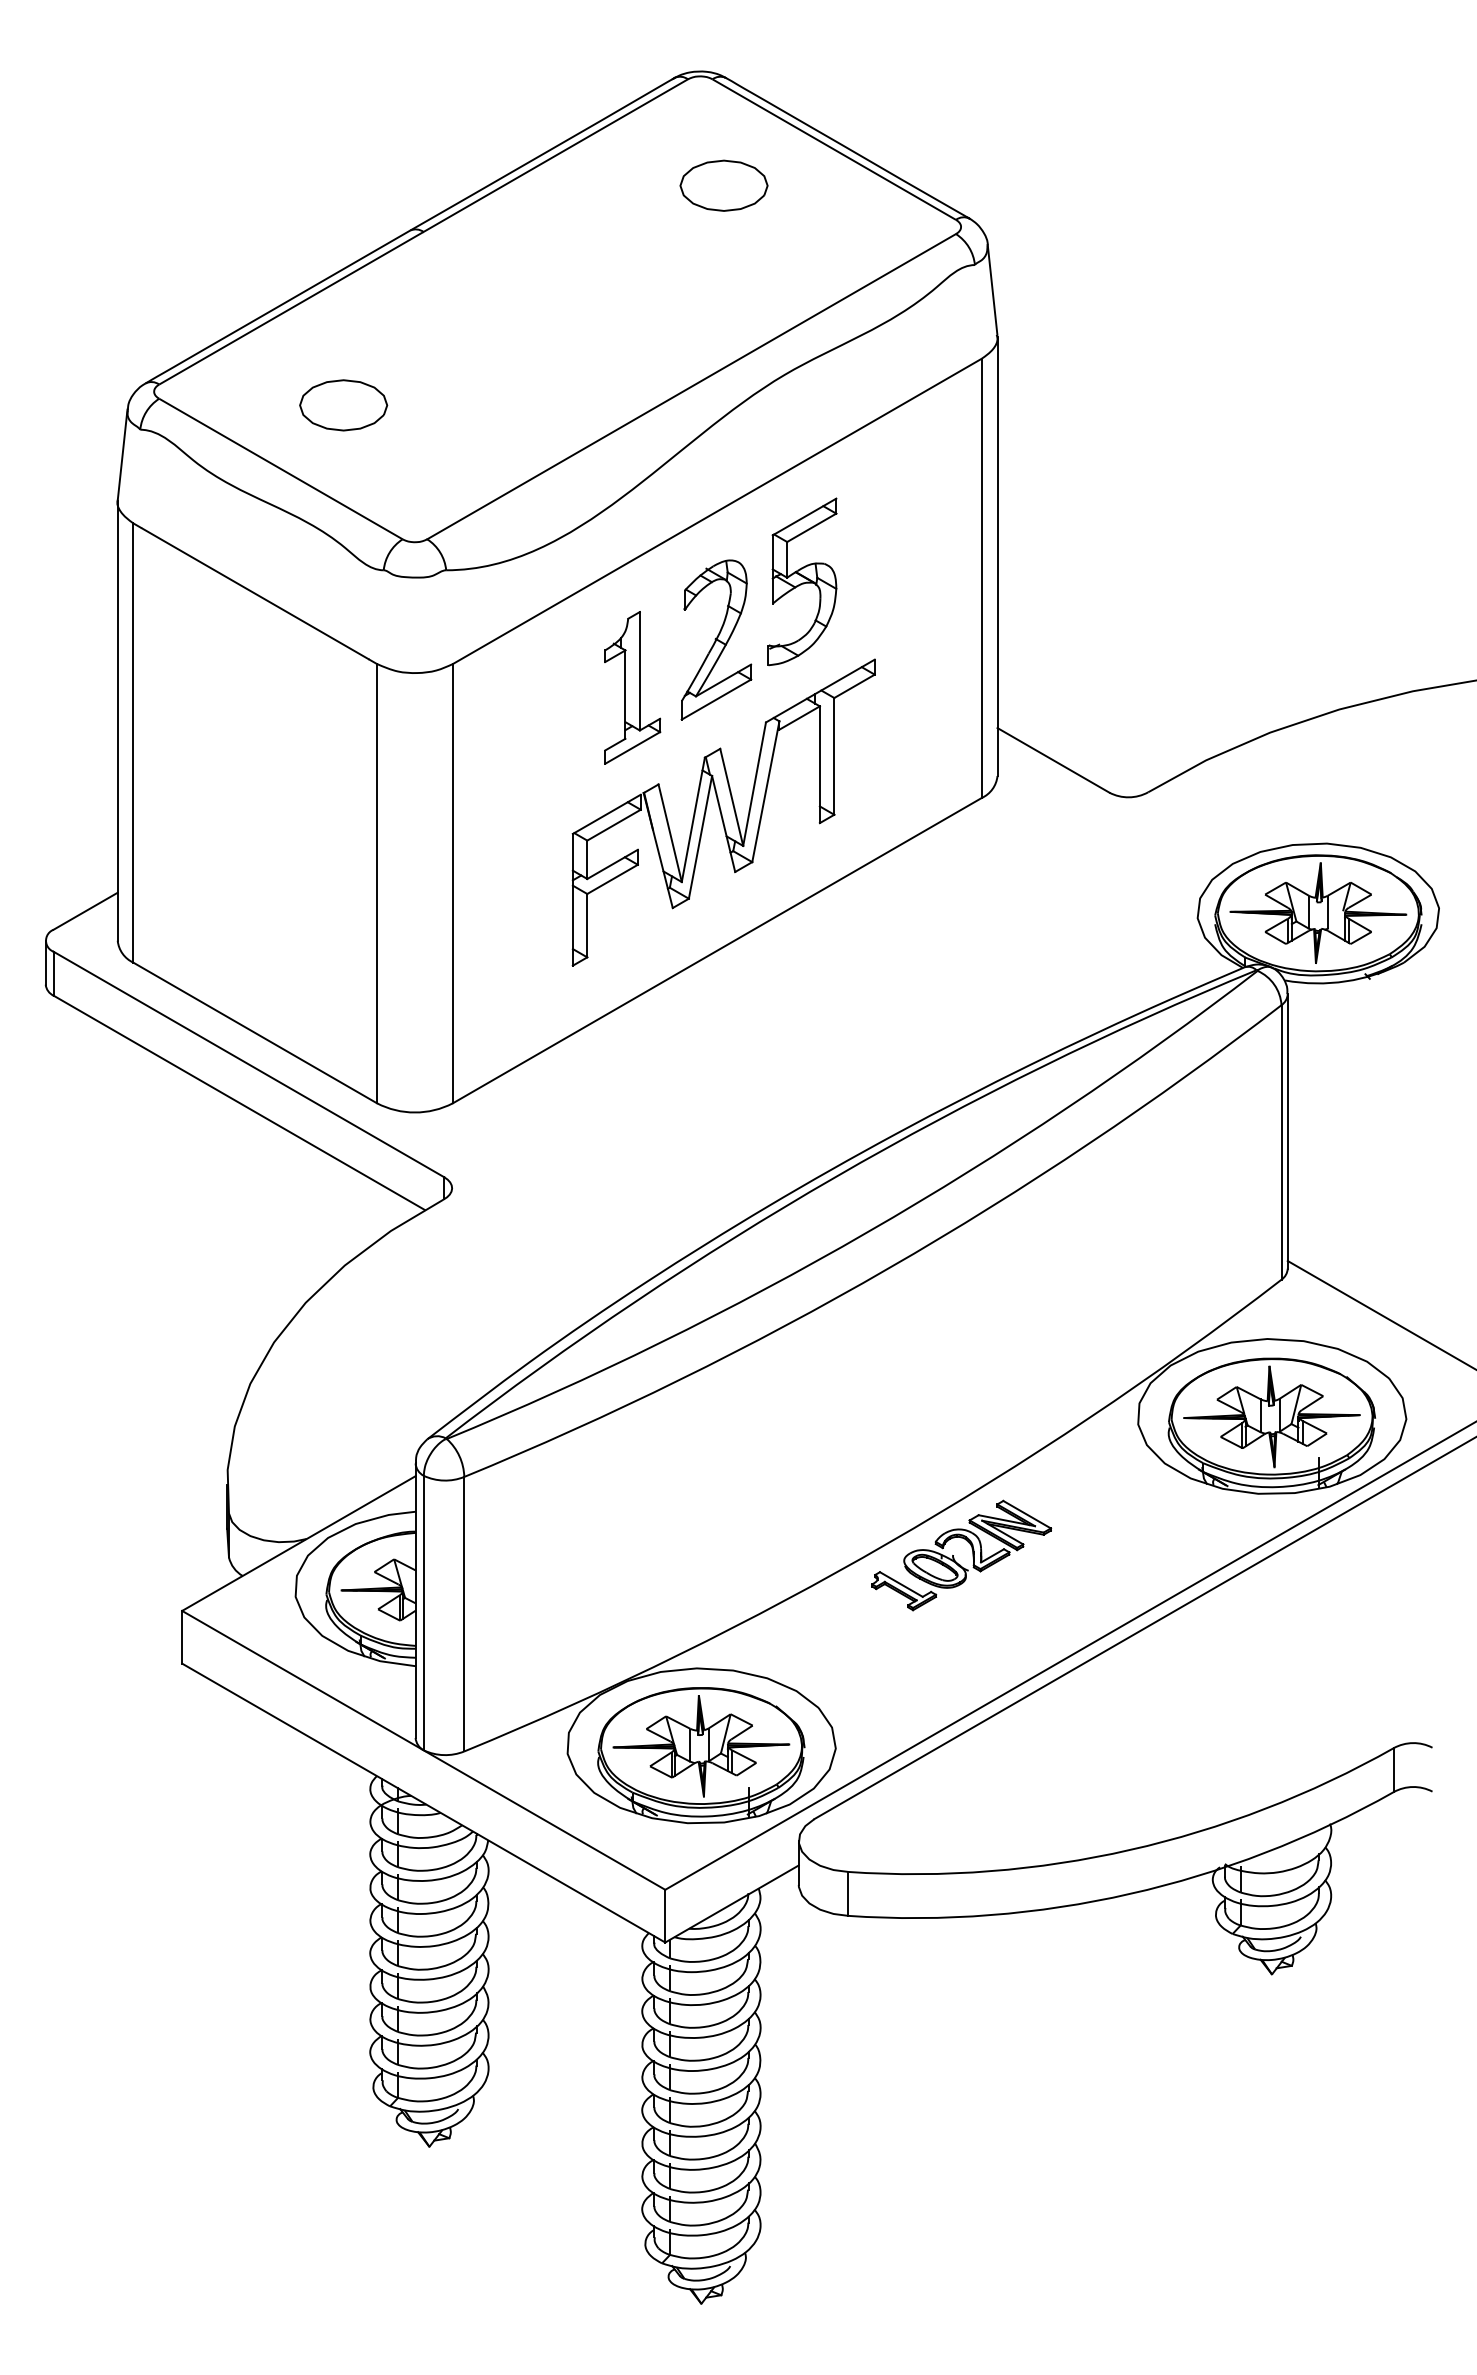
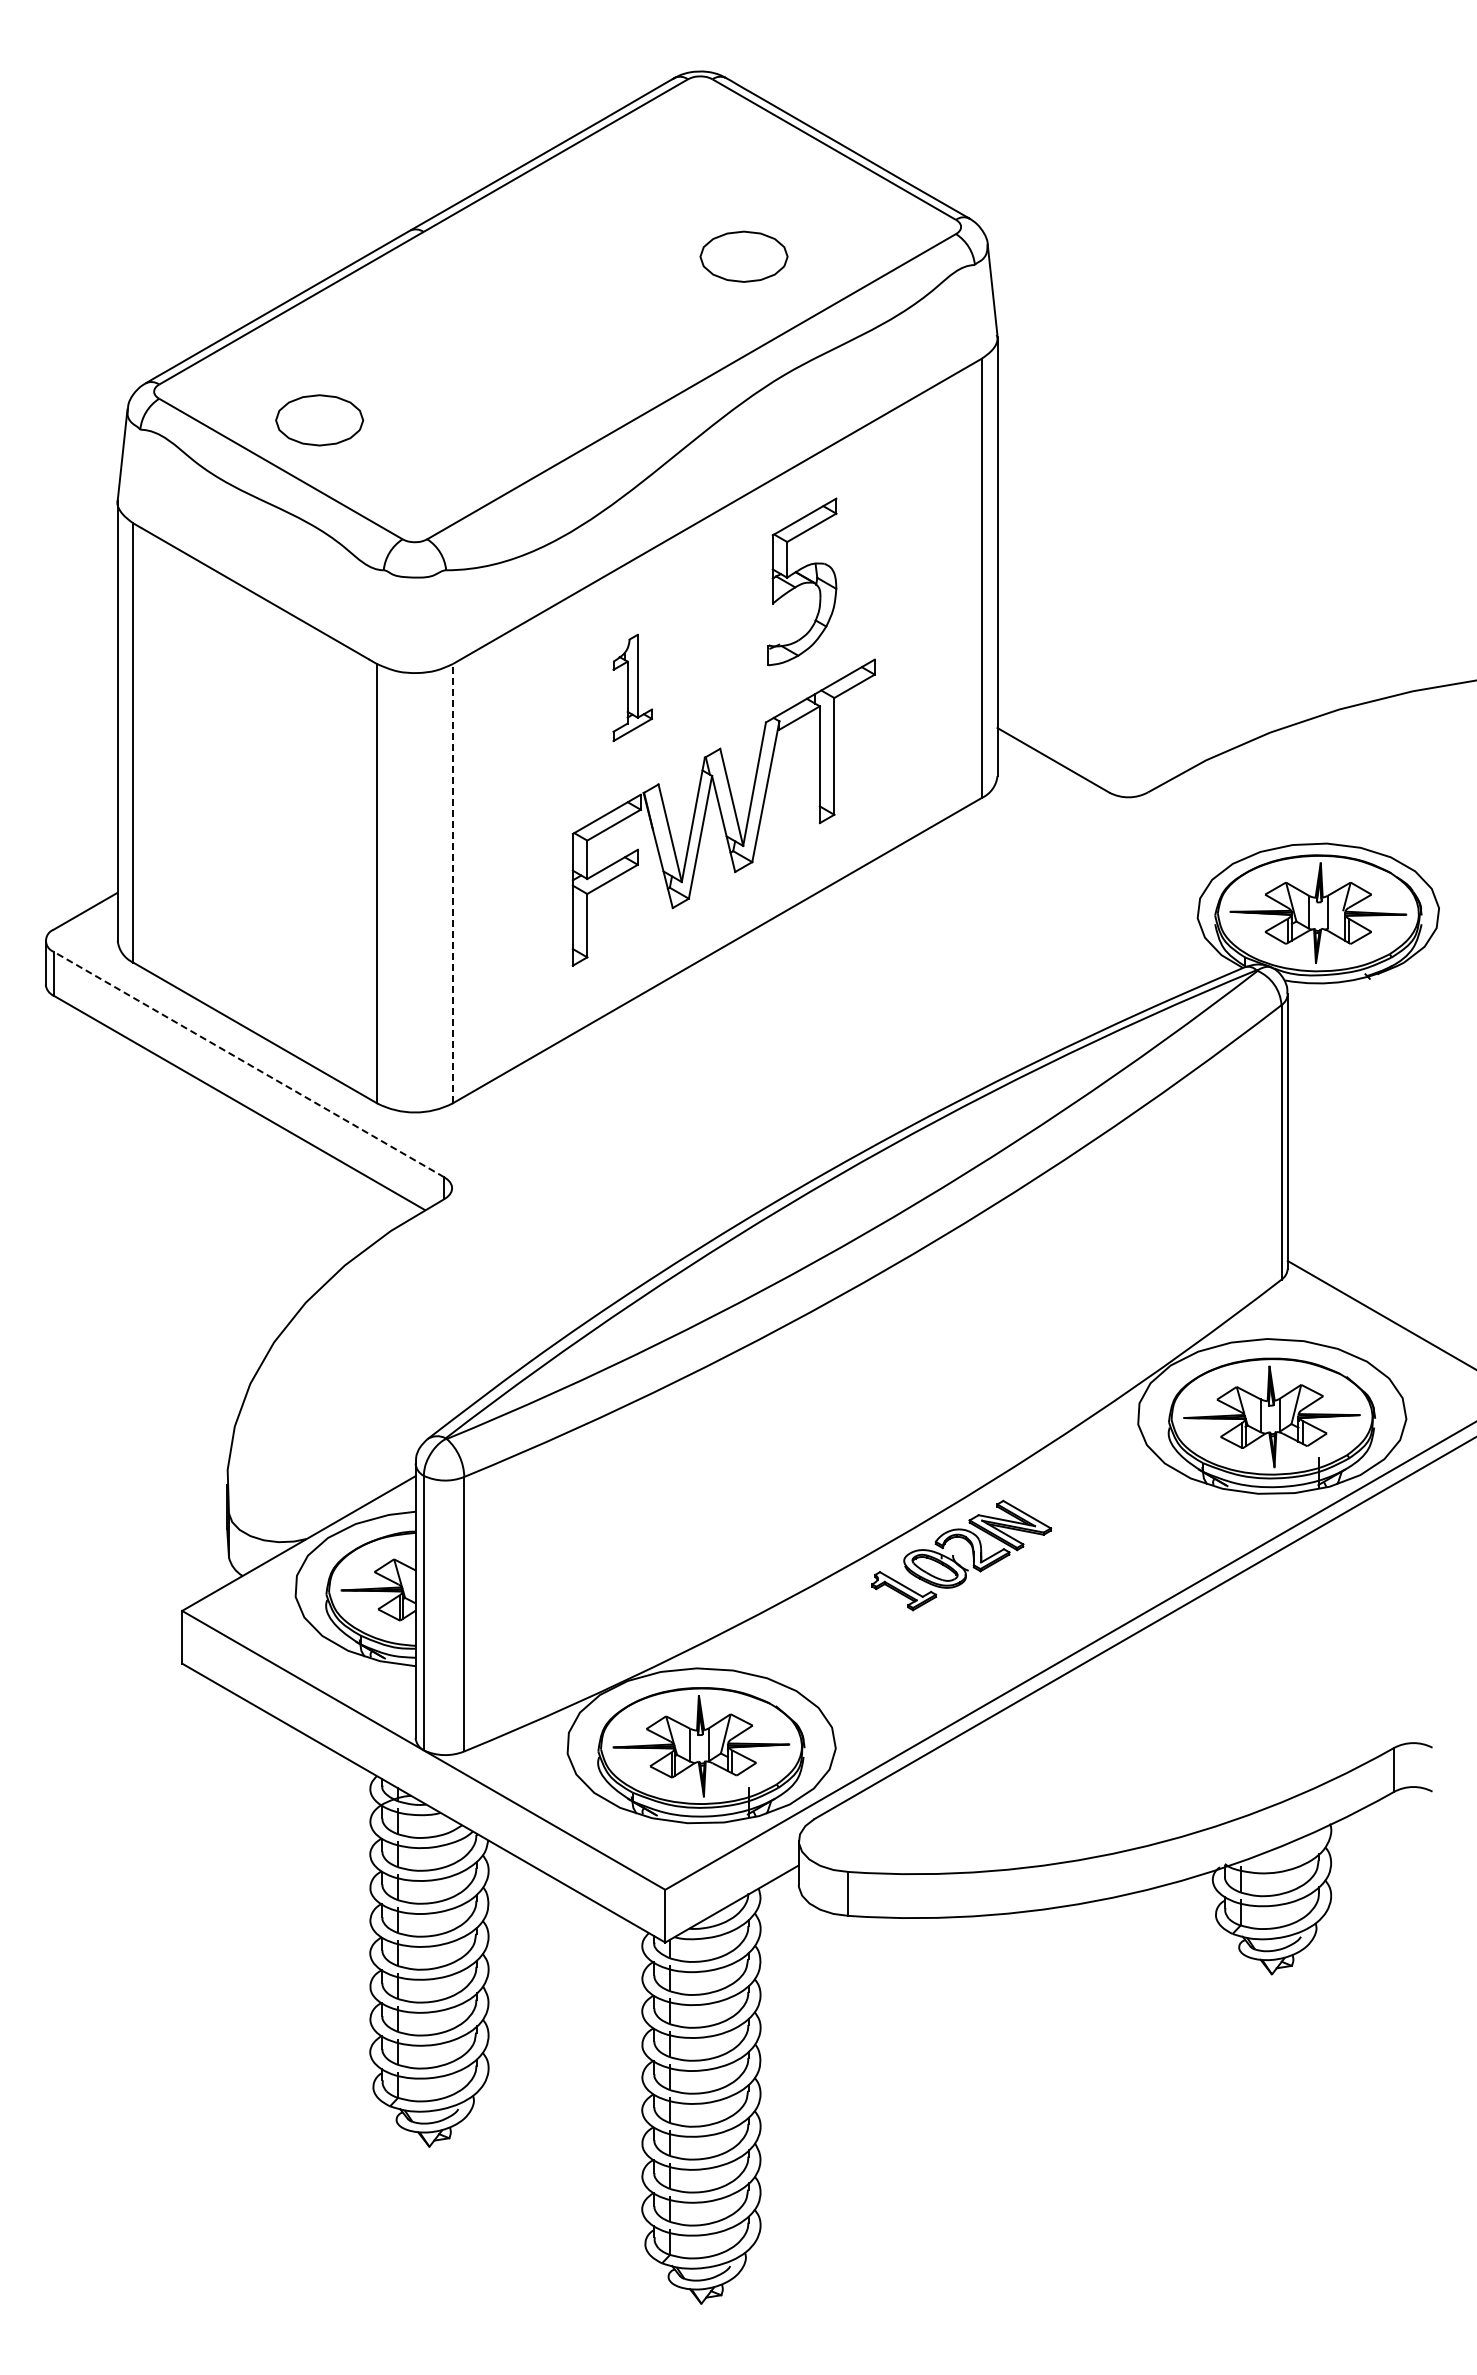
part at (723, 185) position: (723, 185) -> (743, 256)
part at (343, 405) position: (343, 405) -> (319, 420)
part at (716, 639): present -> none
part at (632, 687) size: 58x154 px -> 41x110 px
line at (453, 883): solid -> dashed
line at (248, 1064): solid -> dashed
